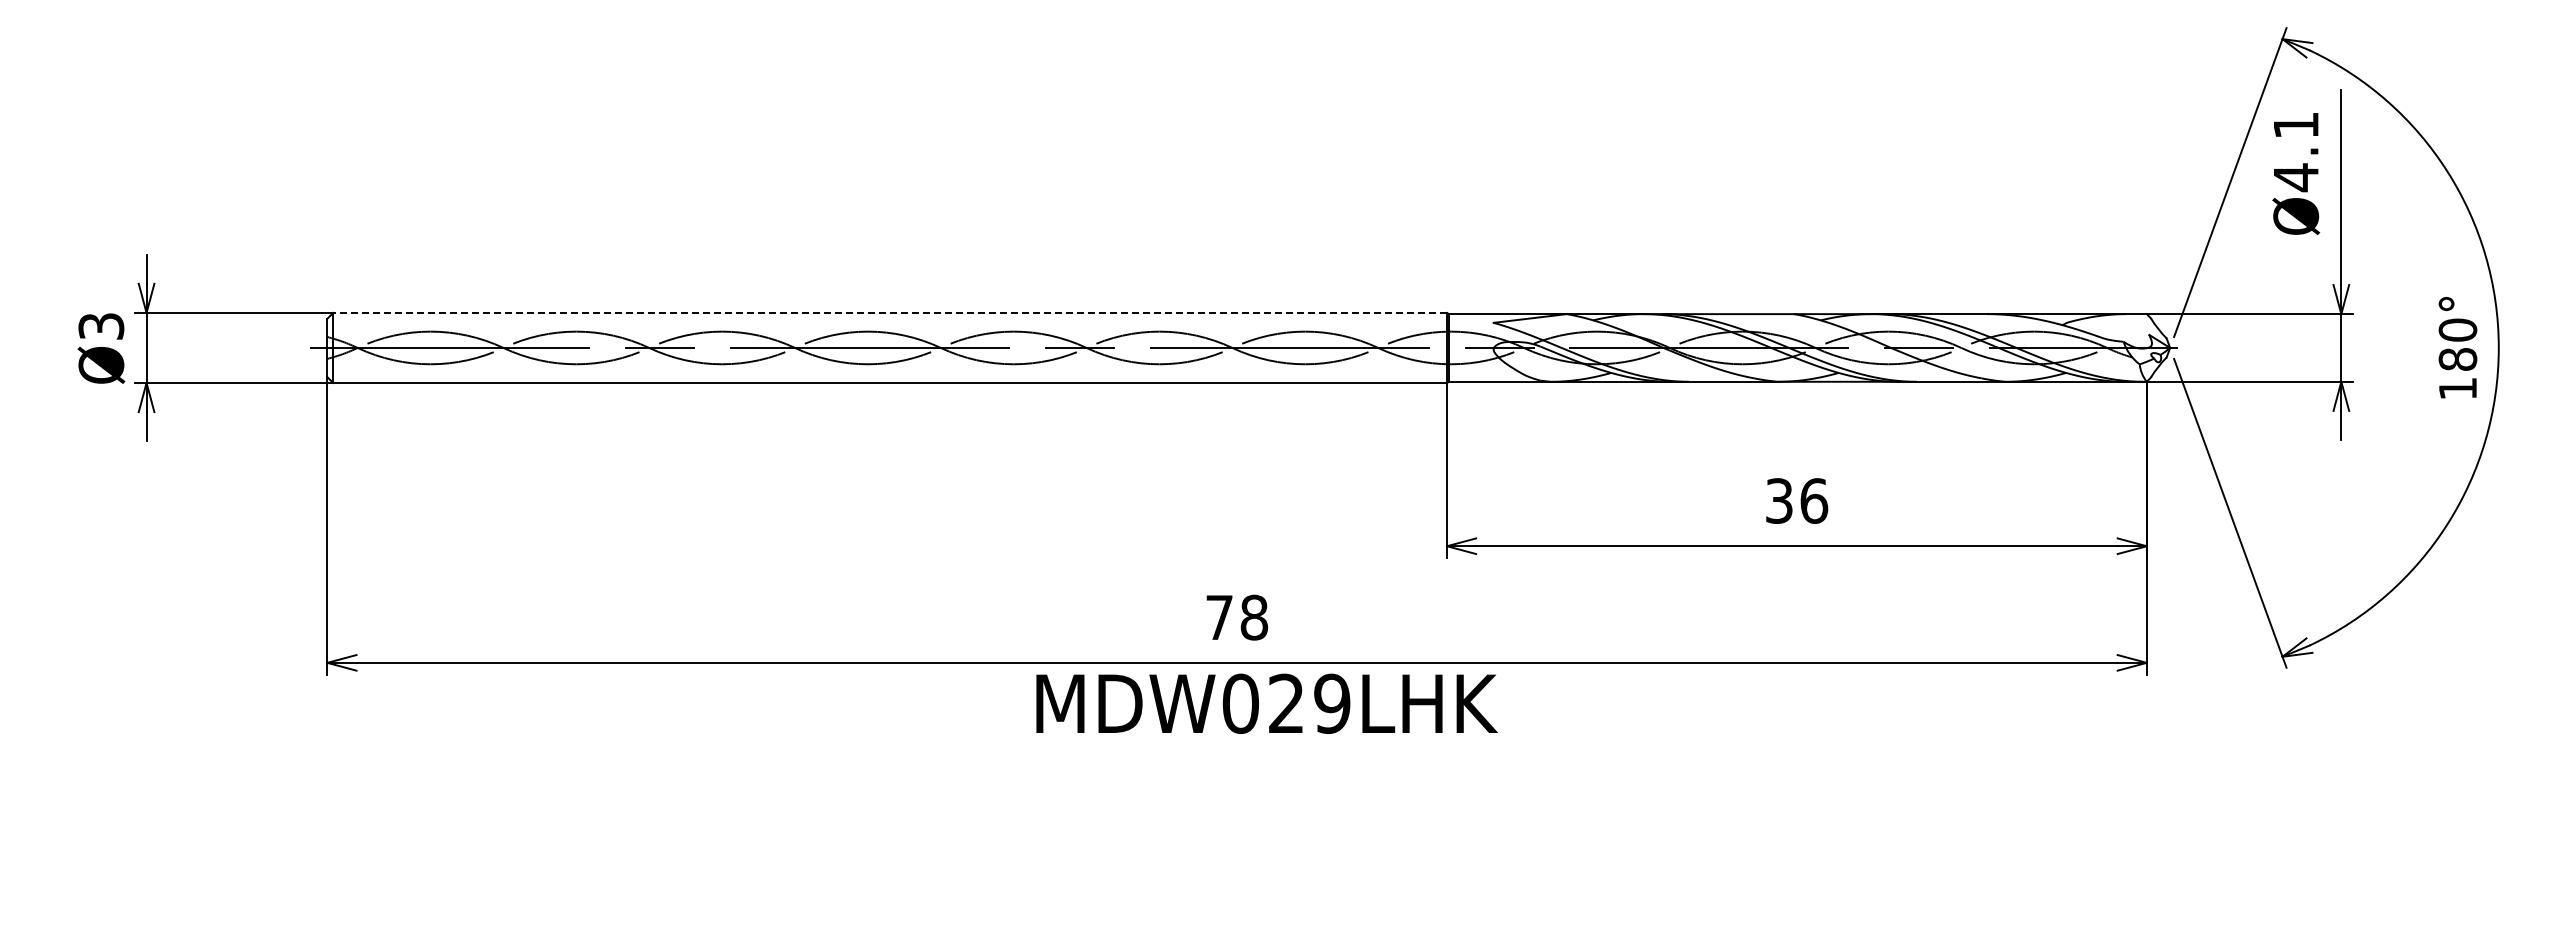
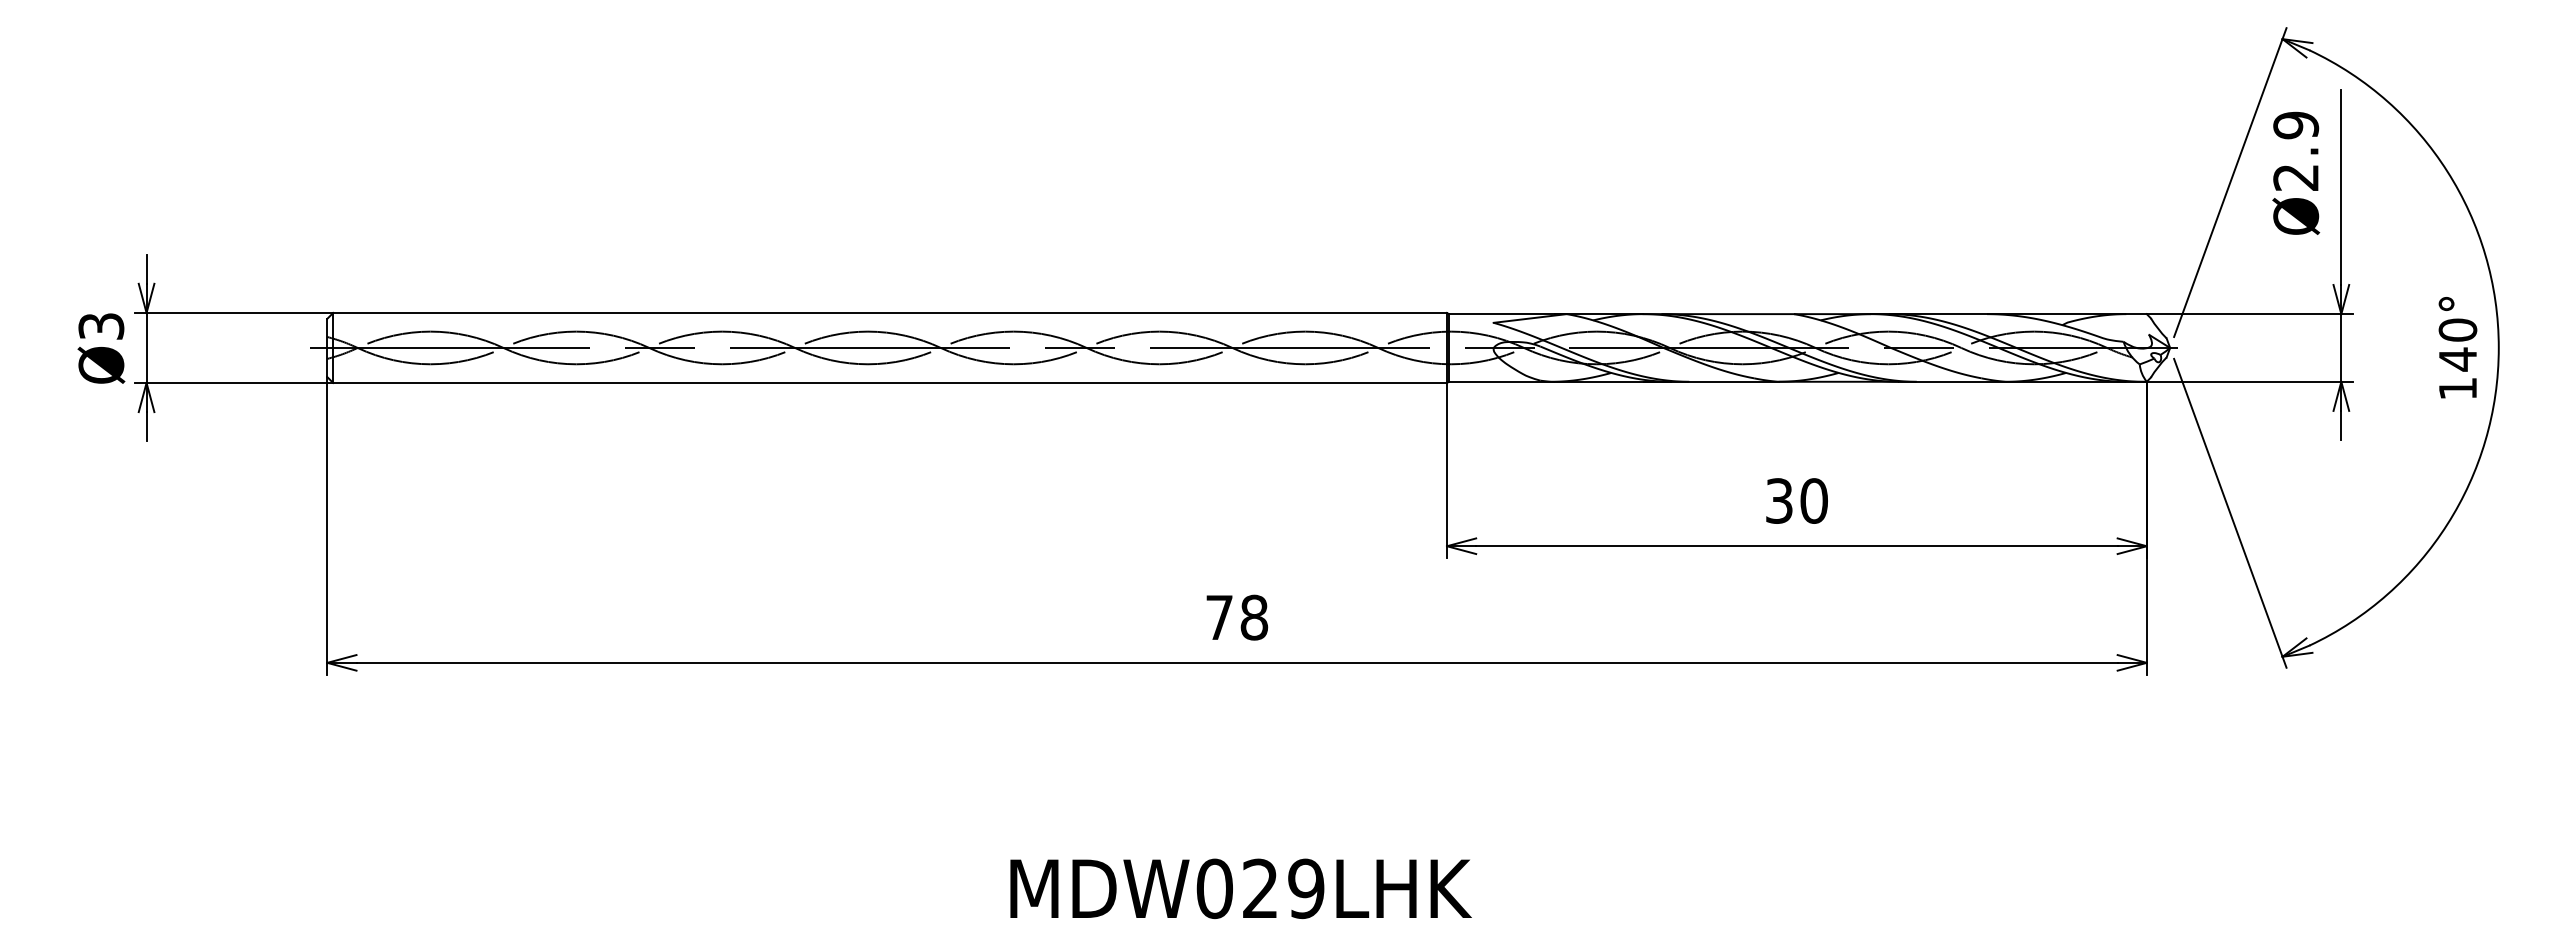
text at (2296, 151): Ø4.1 -> Ø2.9
line at (890, 312): dashed -> solid
text at (2457, 359): 180° -> 140°
text at (1814, 500): 36 -> 30
text at (1266, 703) position: (1266, 703) -> (1240, 888)
